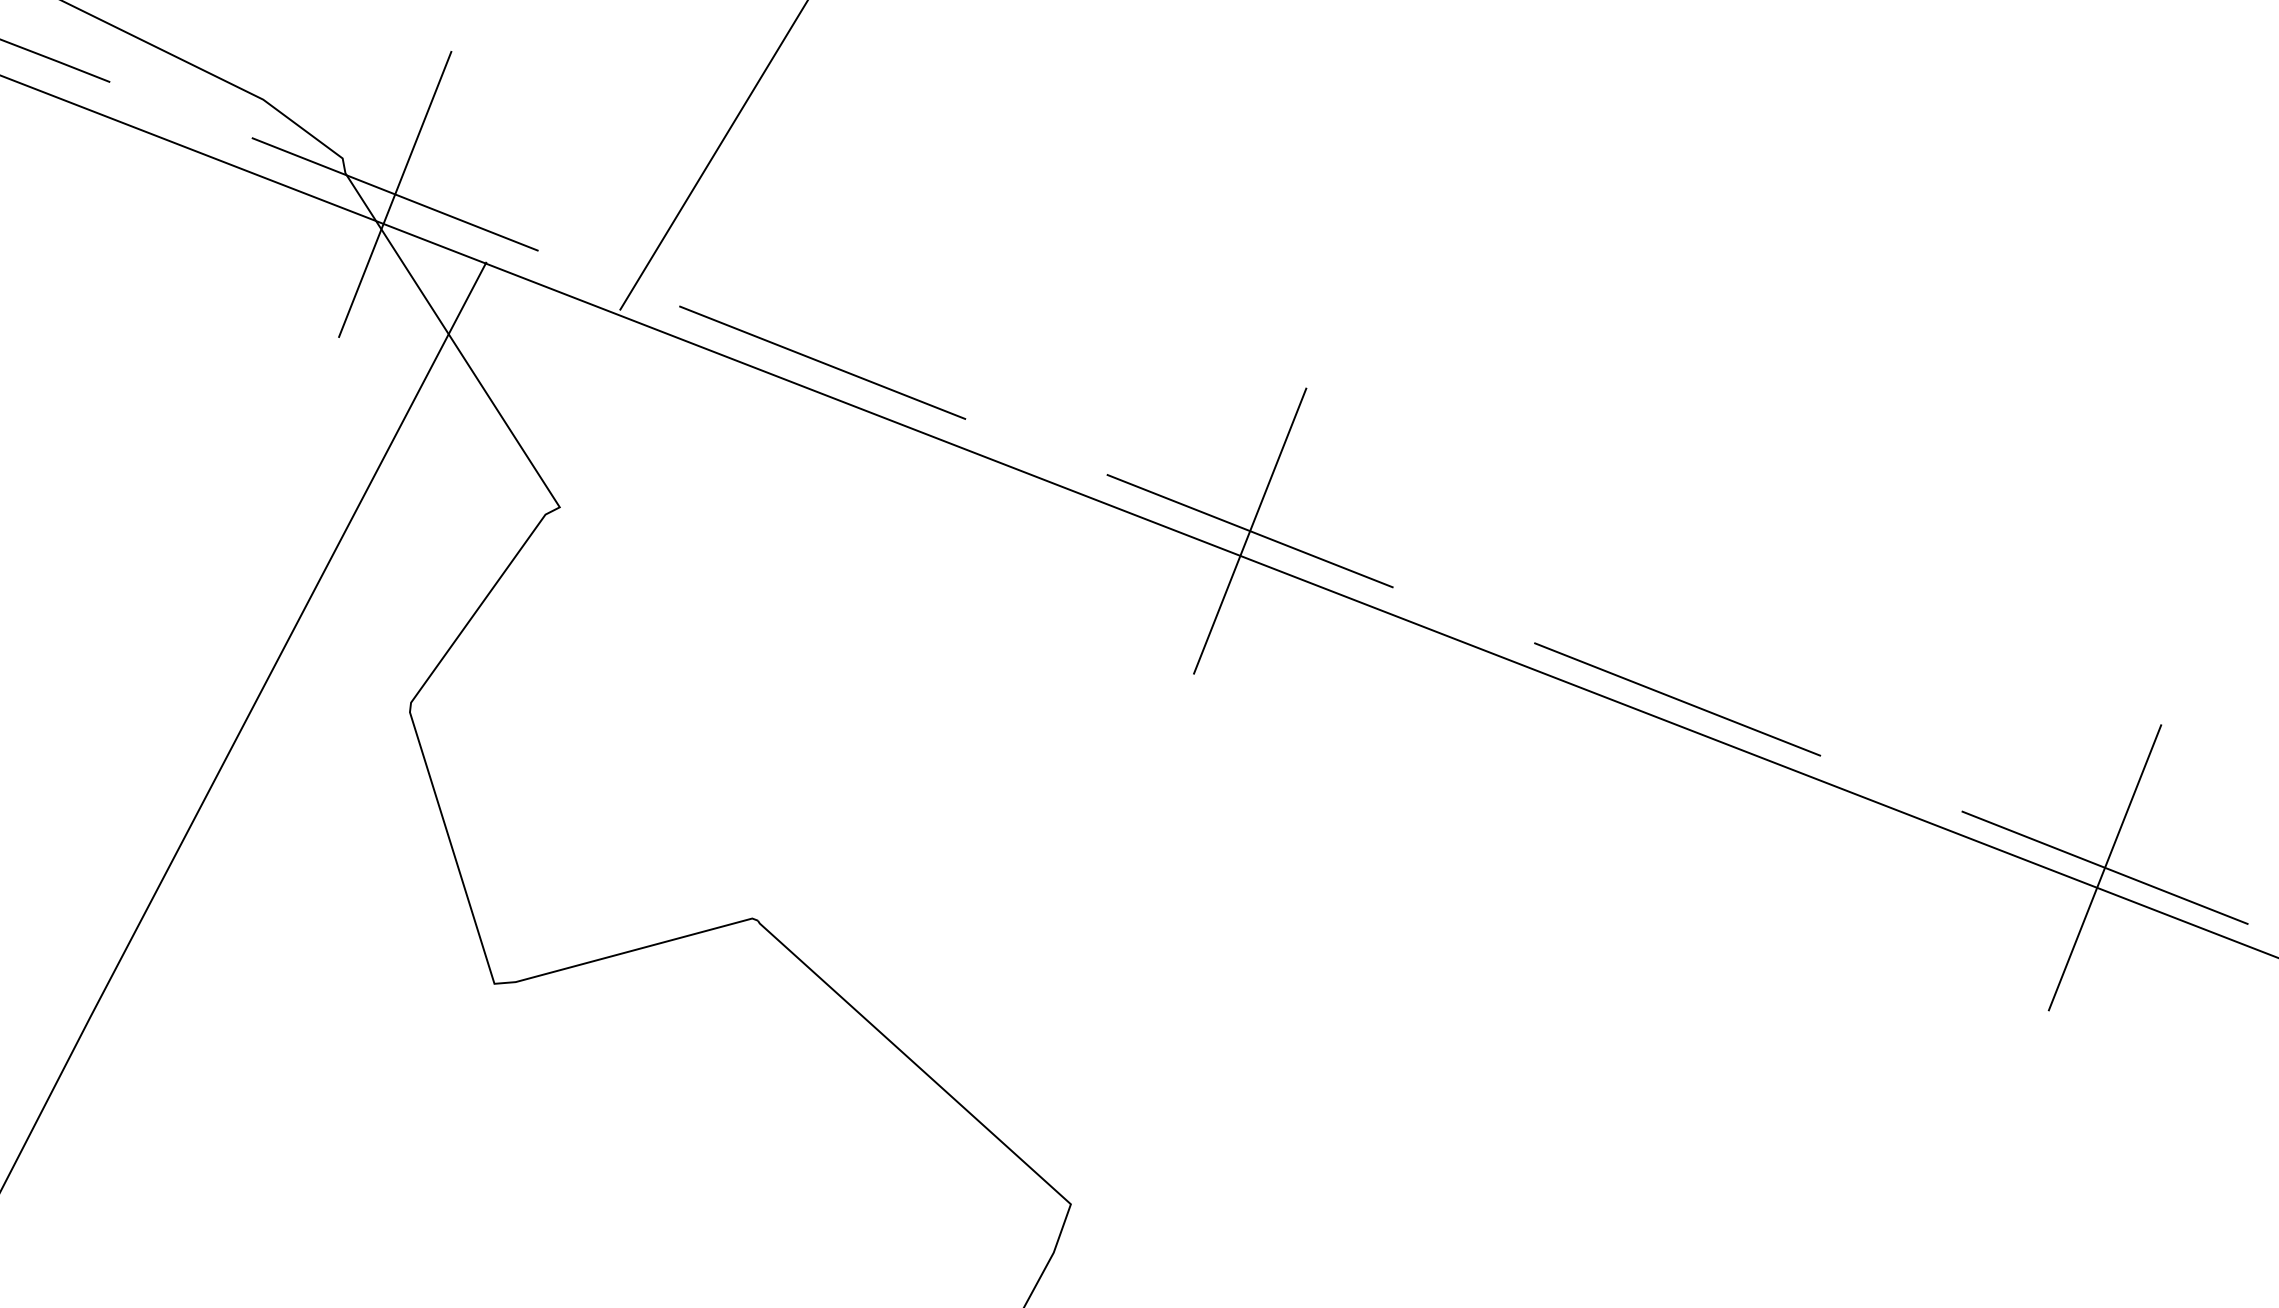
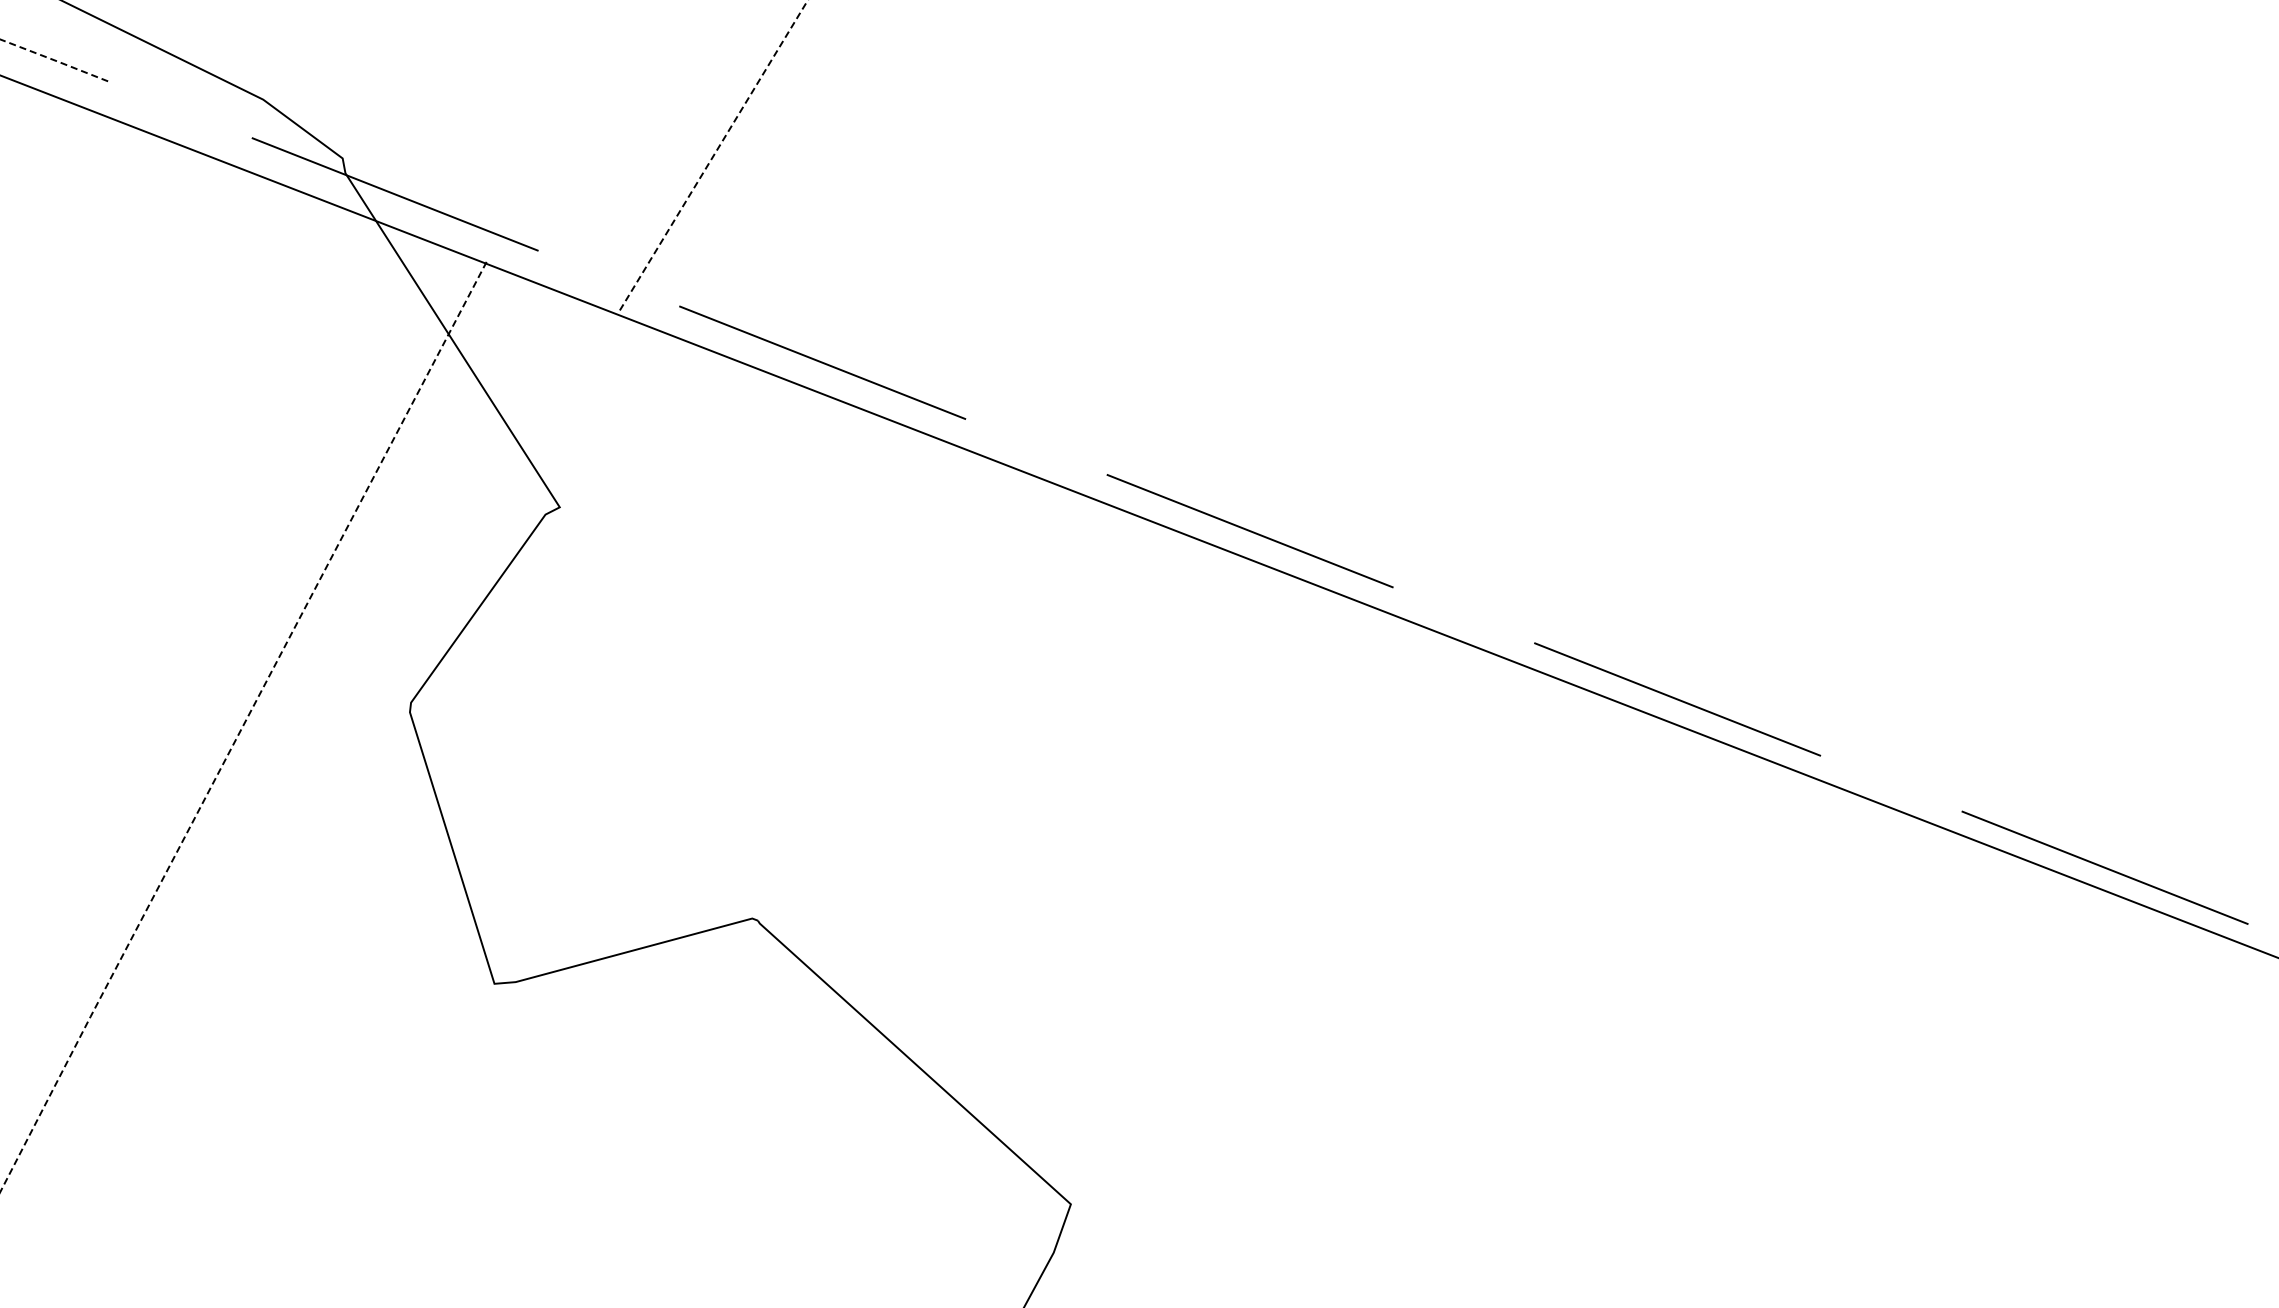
line at (56, 60): solid -> dashed
line at (714, 155): solid -> dashed
line at (395, 193): present -> none
line at (1250, 530): present -> none
line at (242, 727): solid -> dashed
line at (2104, 867): present -> none
